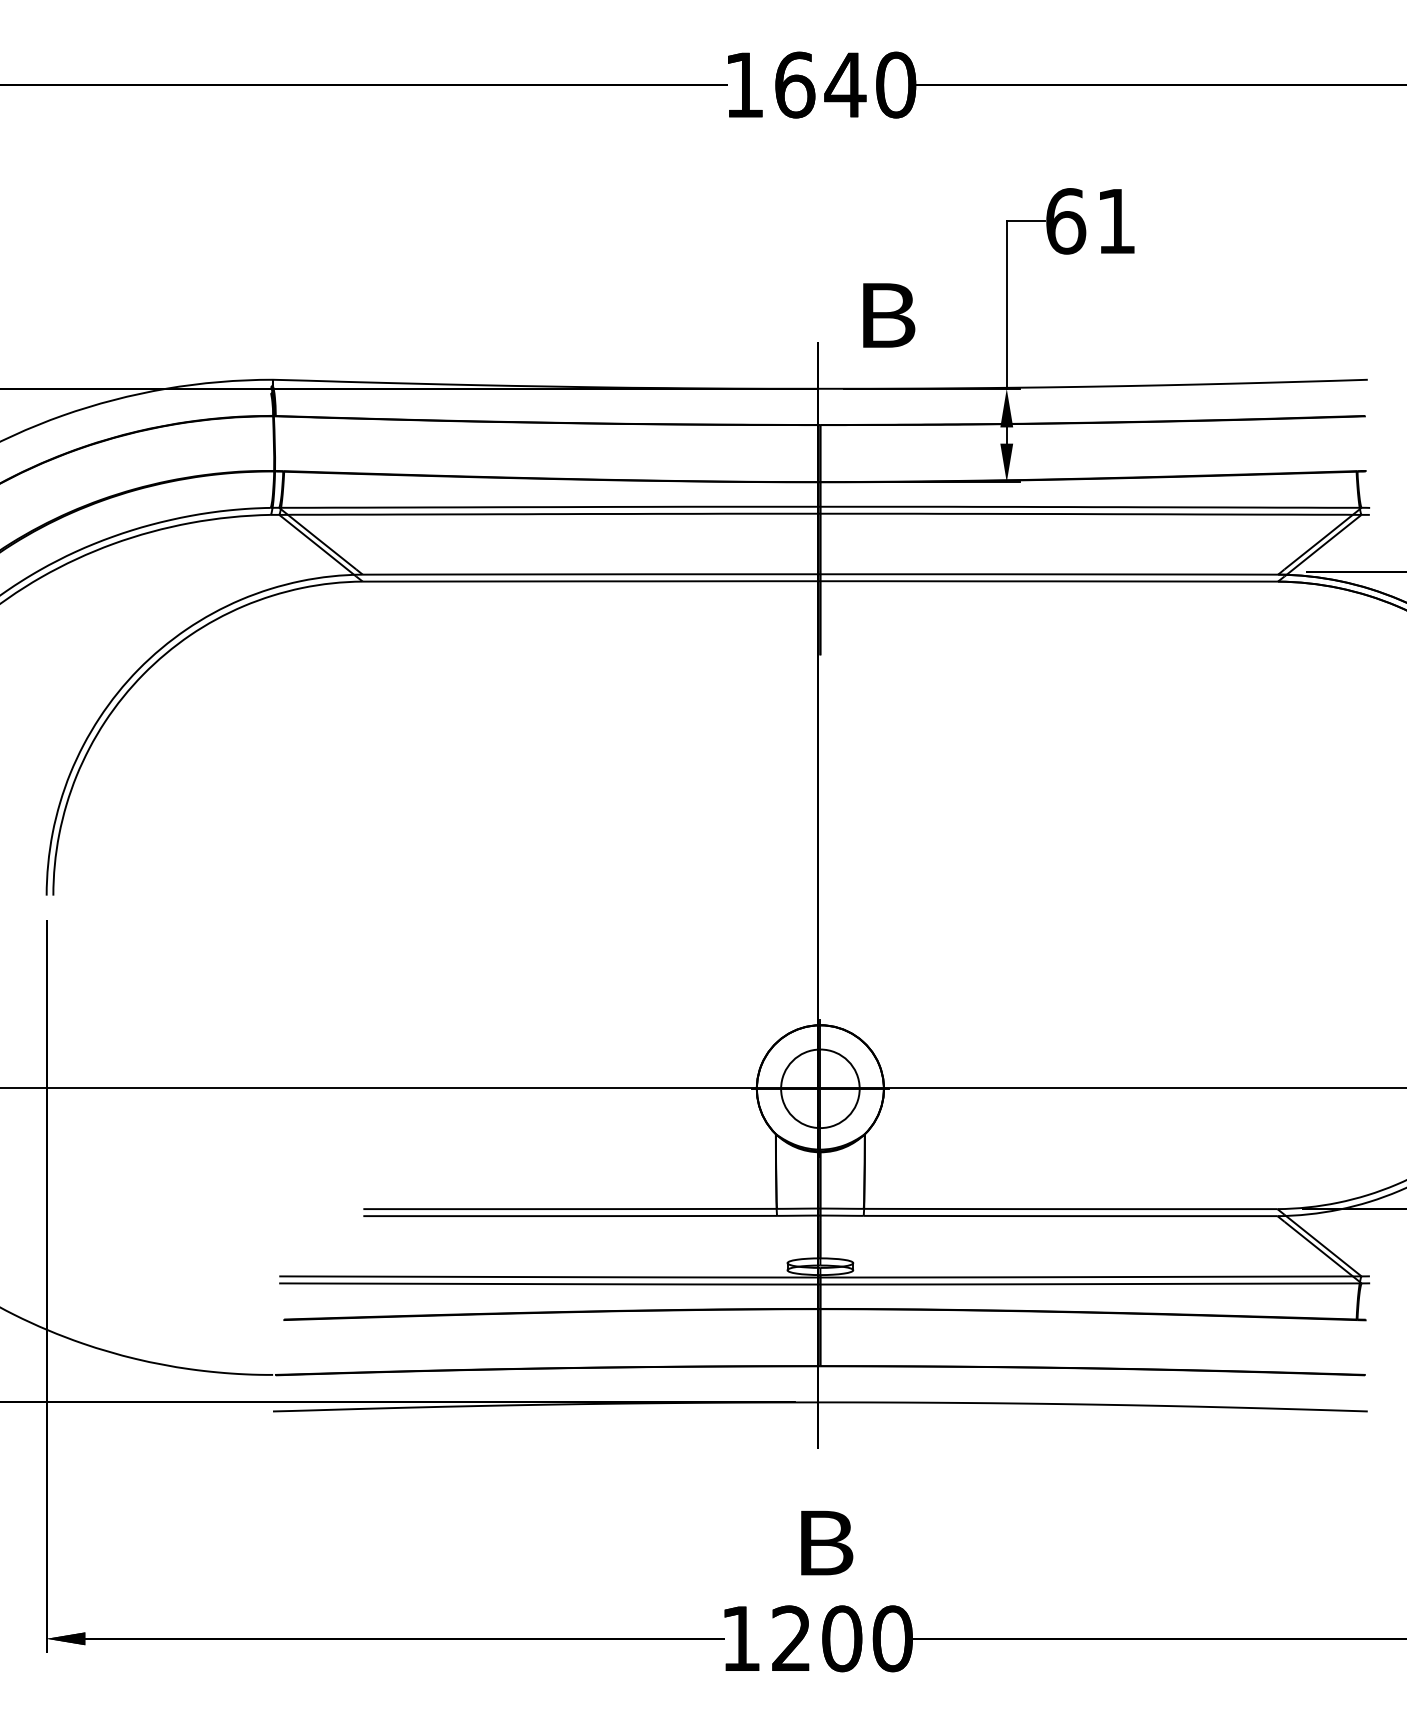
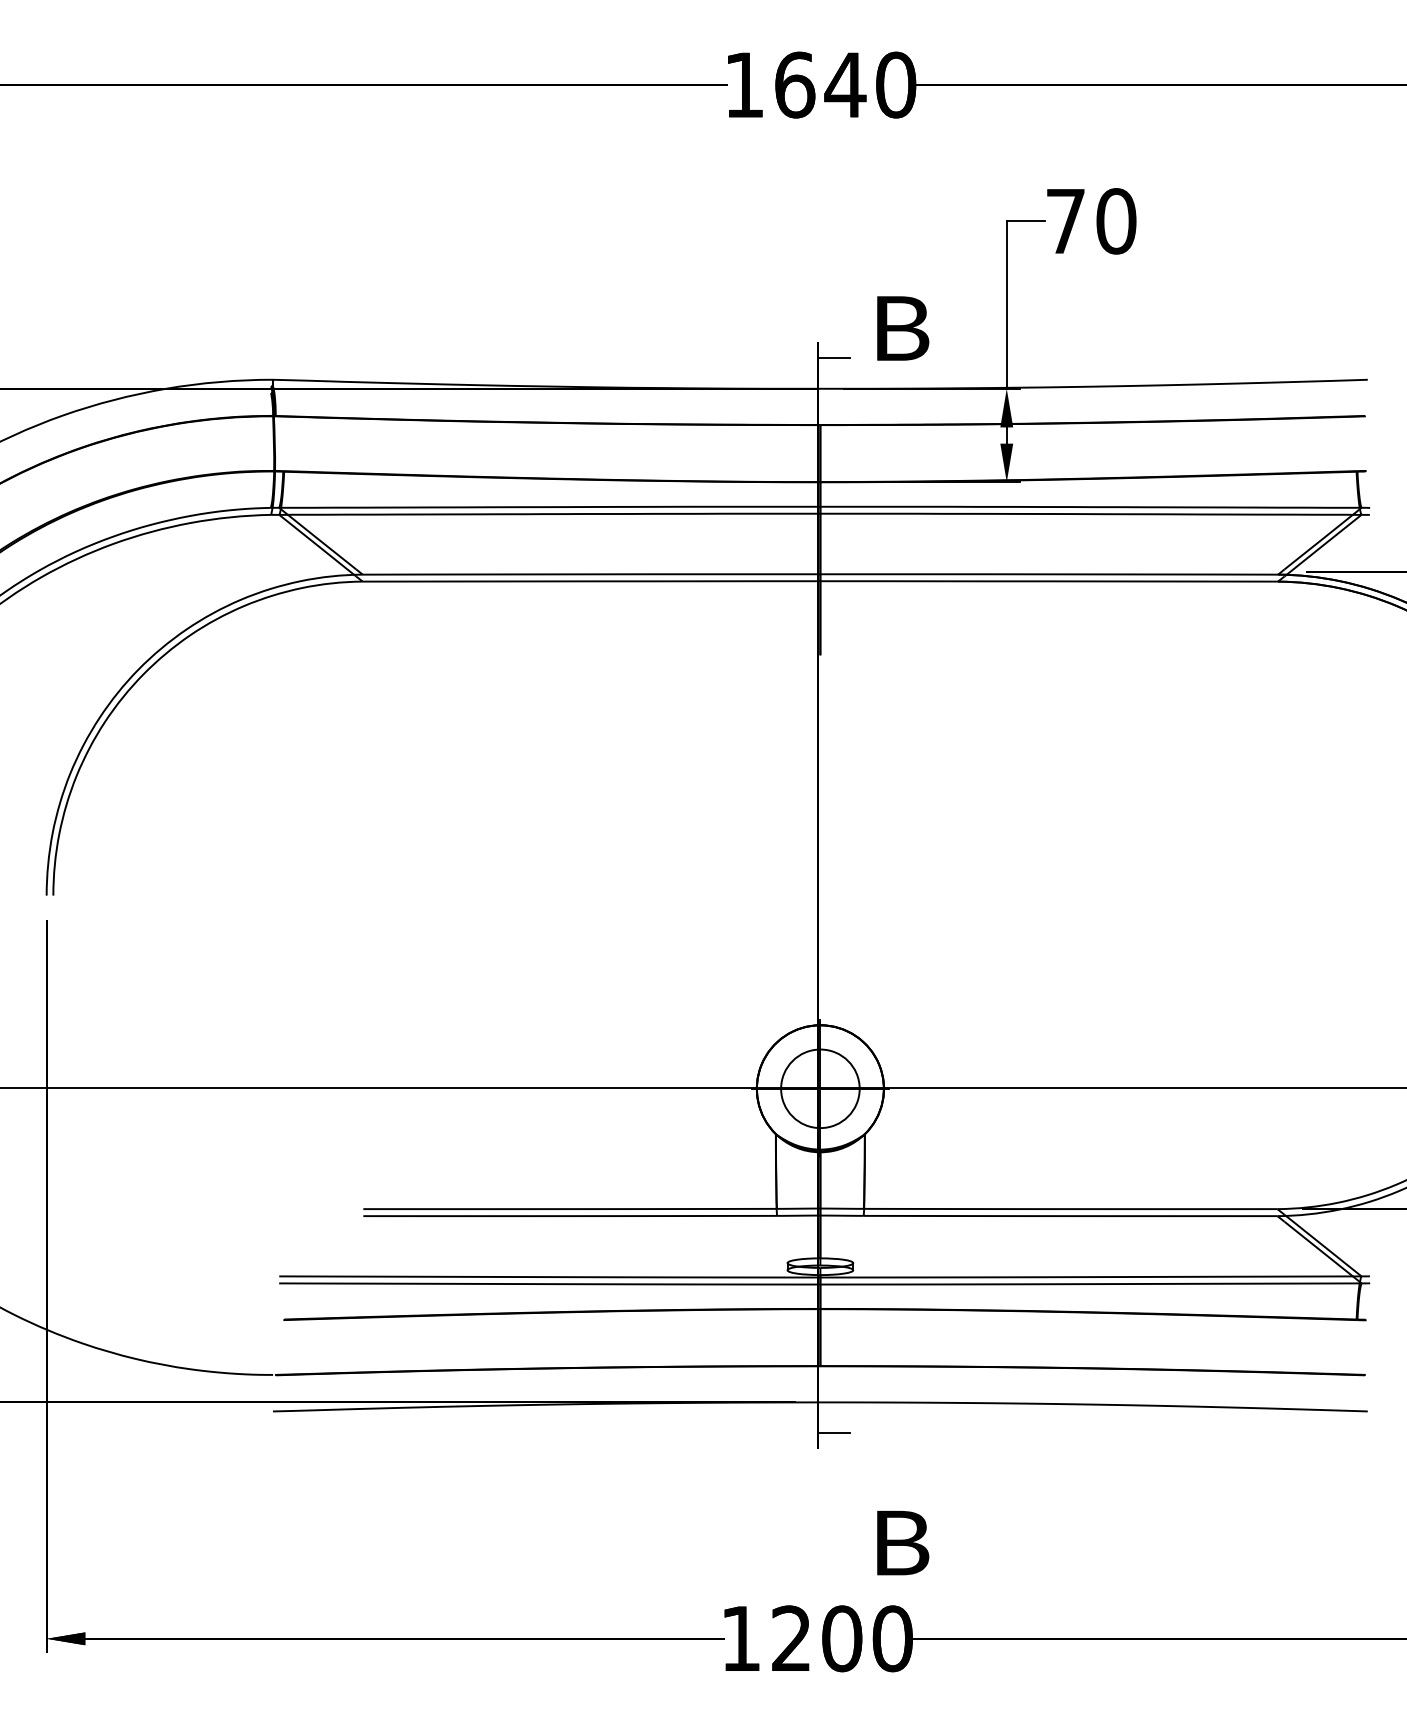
text at (1091, 221): 61 -> 70
text at (889, 315) position: (889, 315) -> (903, 328)
line at (834, 358): none -> present
line at (834, 1433): none -> present
text at (827, 1543) position: (827, 1543) -> (903, 1543)
